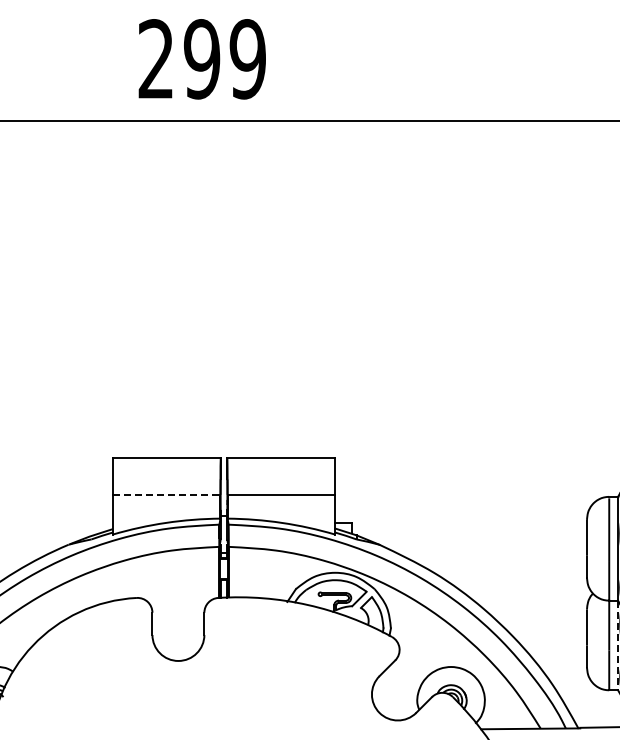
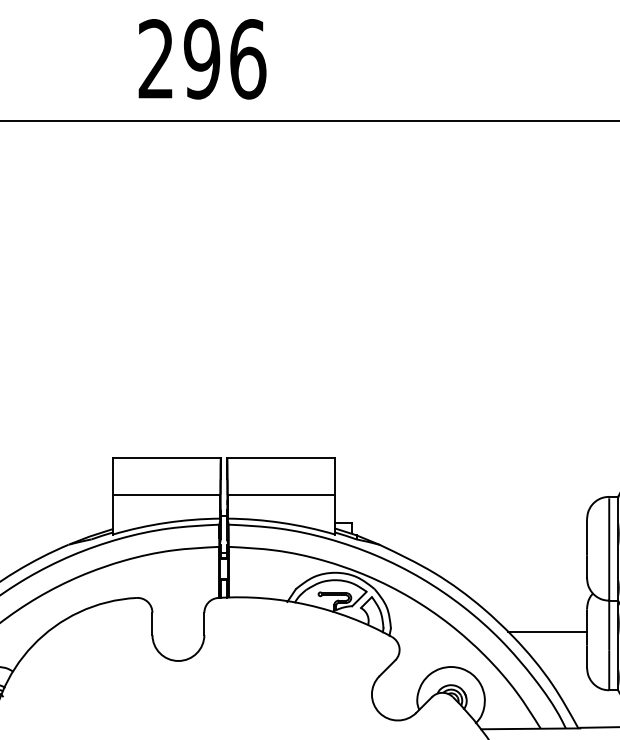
text at (247, 59): 299 -> 296
line at (166, 494): dashed -> solid
line at (547, 631): none -> present
line at (618, 645): dashed -> solid
